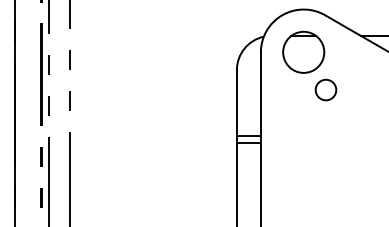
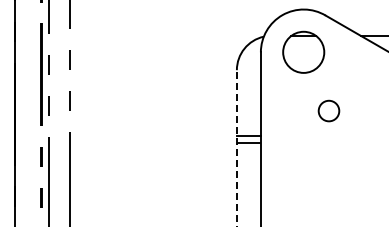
circle at (325, 89) position: (325, 89) -> (328, 110)
line at (236, 147): solid -> dashed
